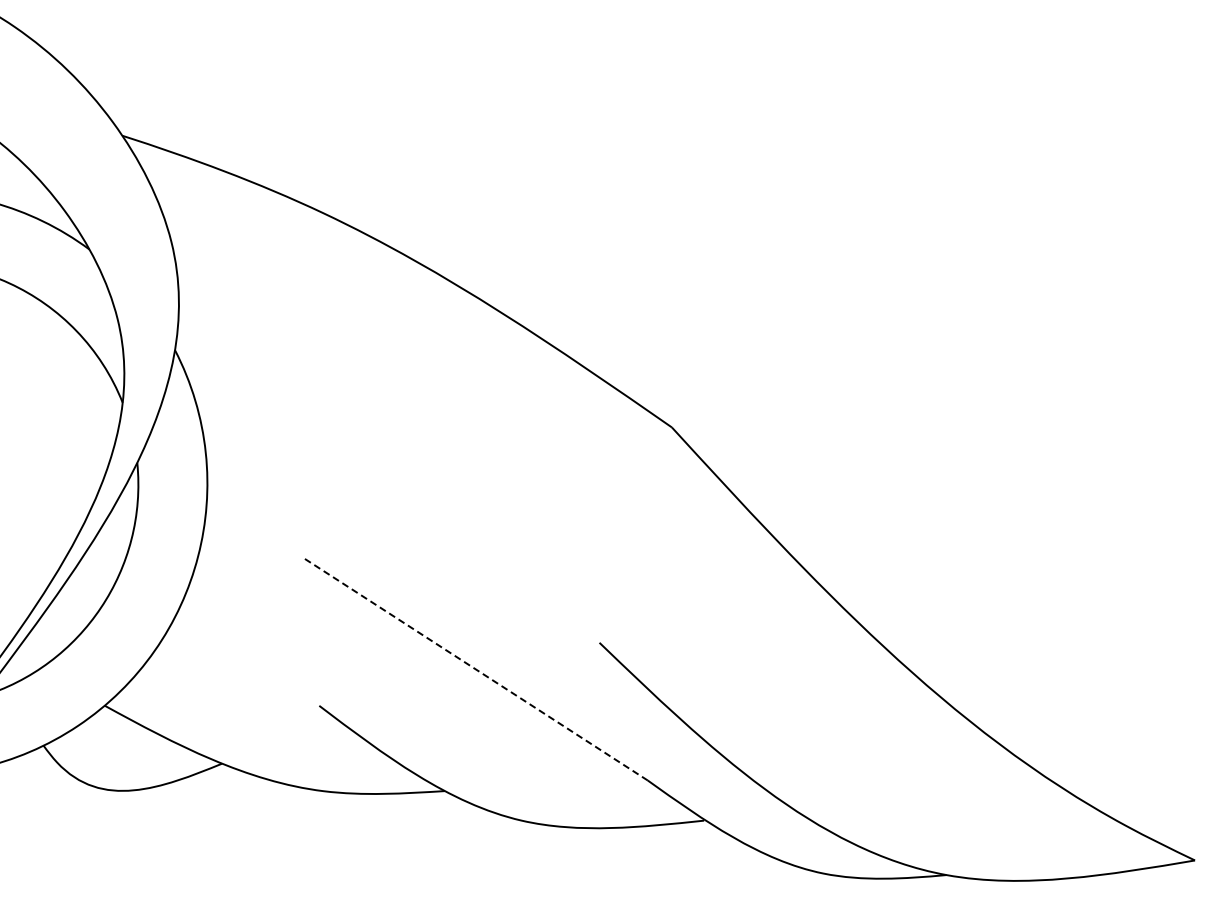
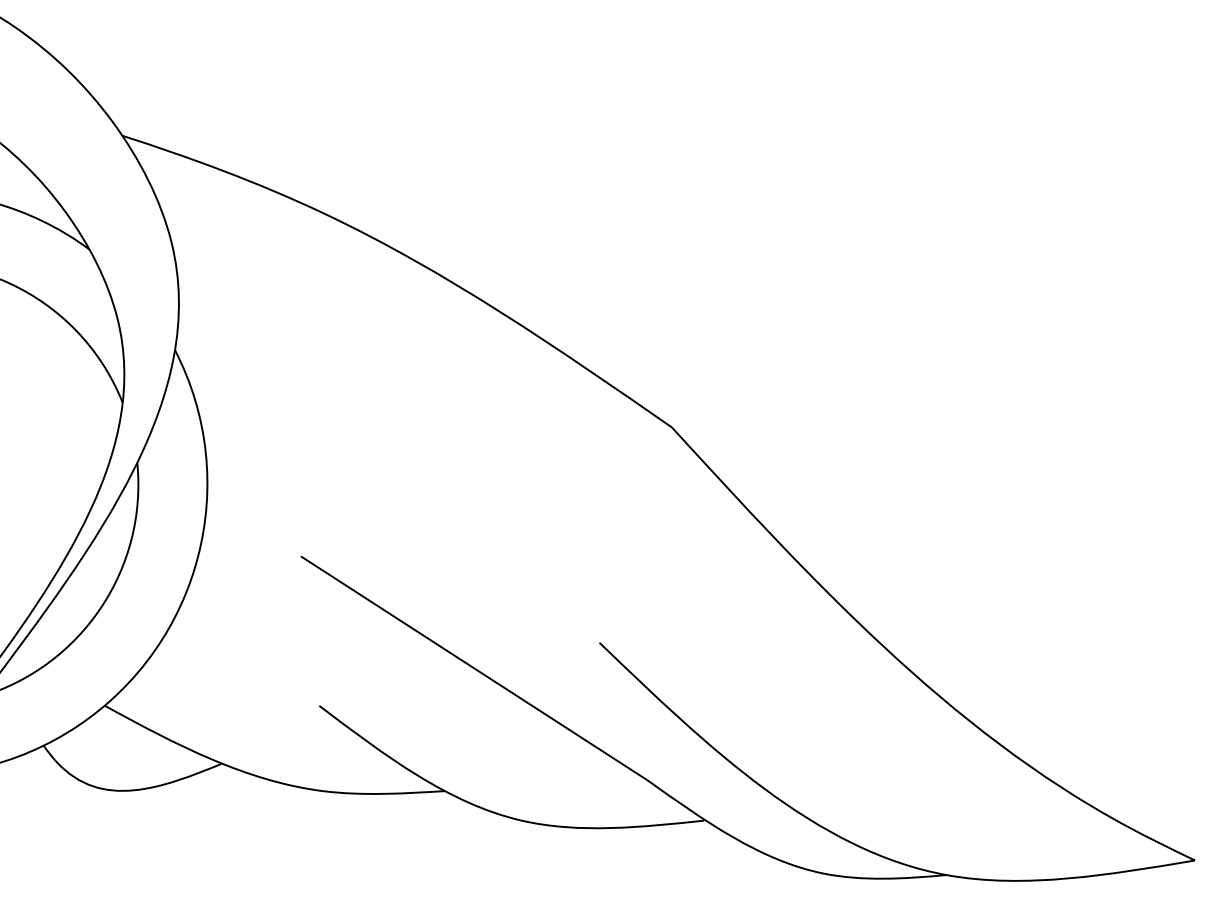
line at (474, 668): dashed -> solid
